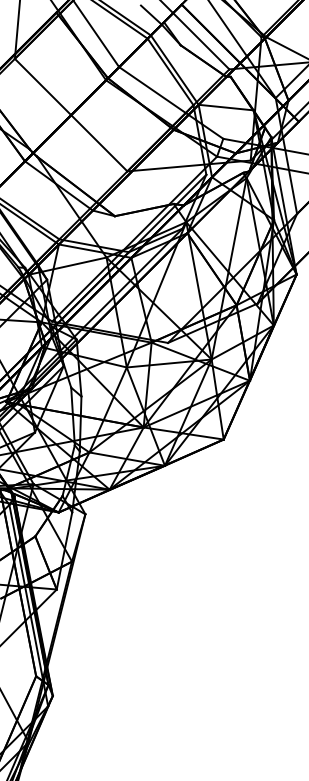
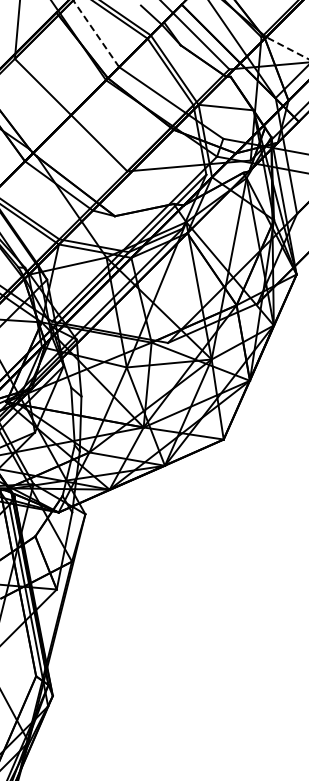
line at (96, 33): solid -> dashed
line at (287, 48): solid -> dashed
